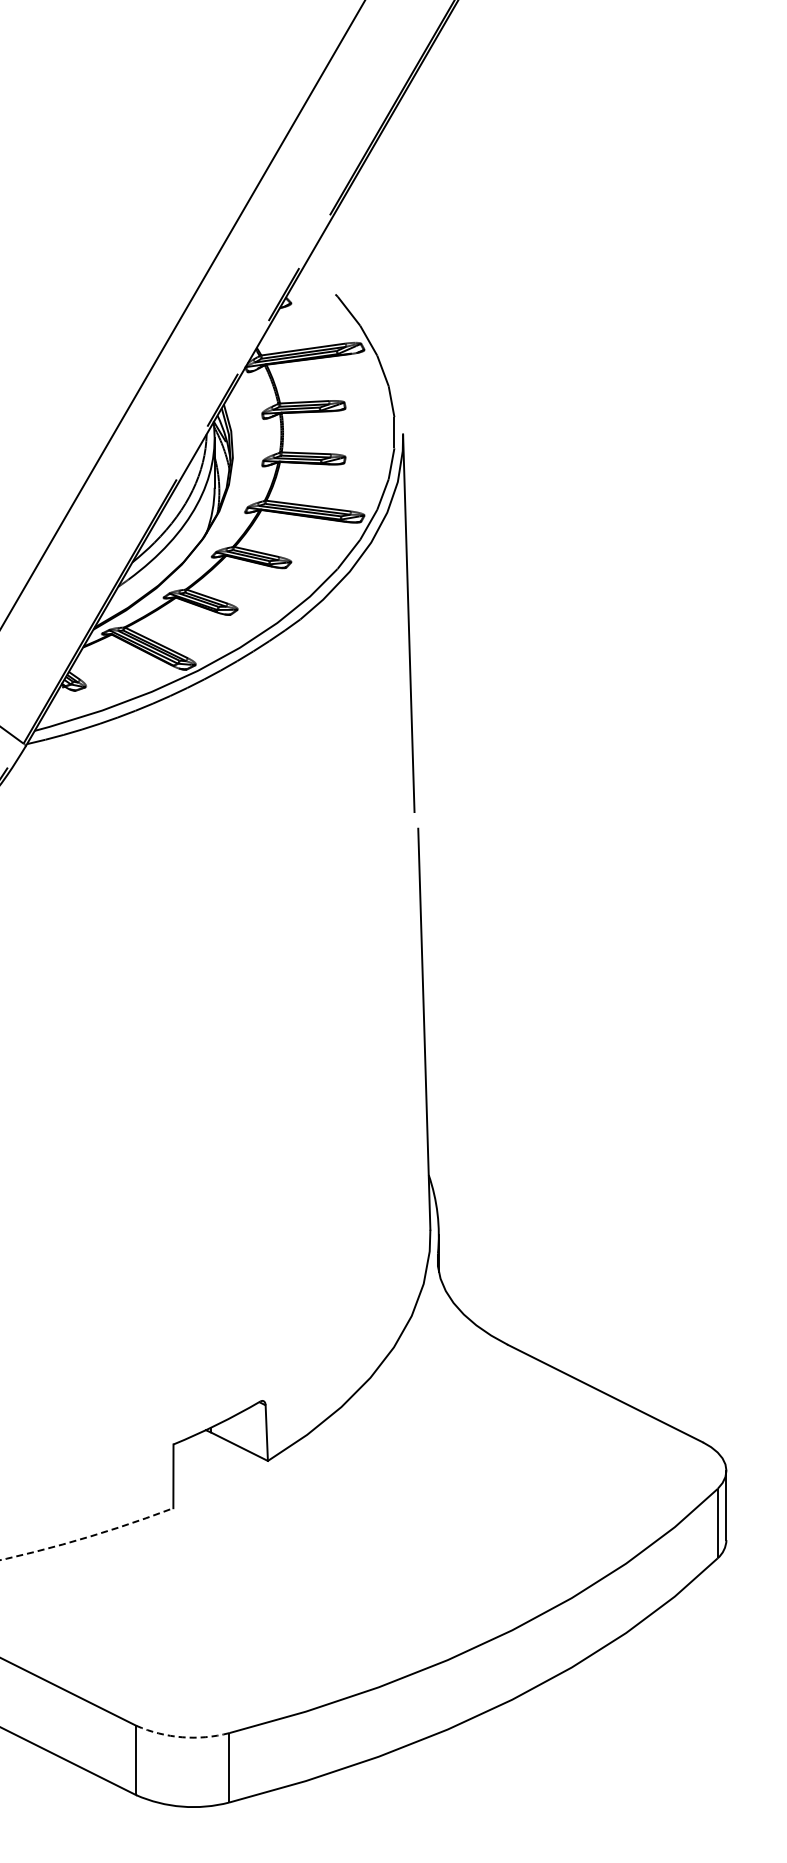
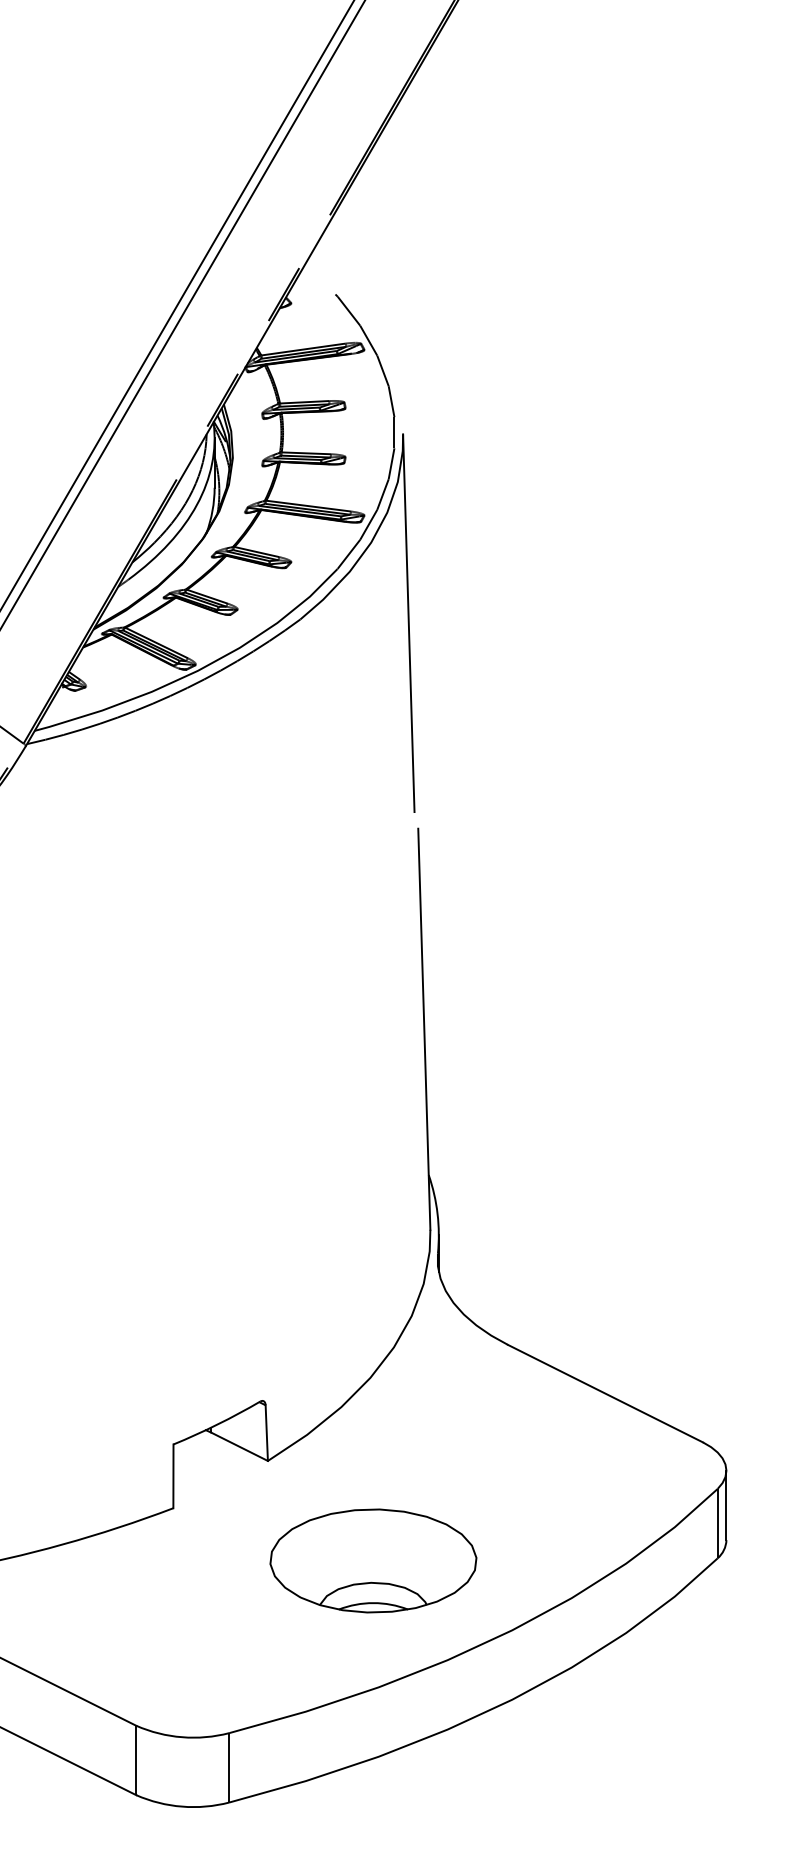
line at (177, 304): none -> present
arc at (88, 1536): dashed -> solid
part at (373, 1560): none -> present
arc at (182, 1737): dashed -> solid
